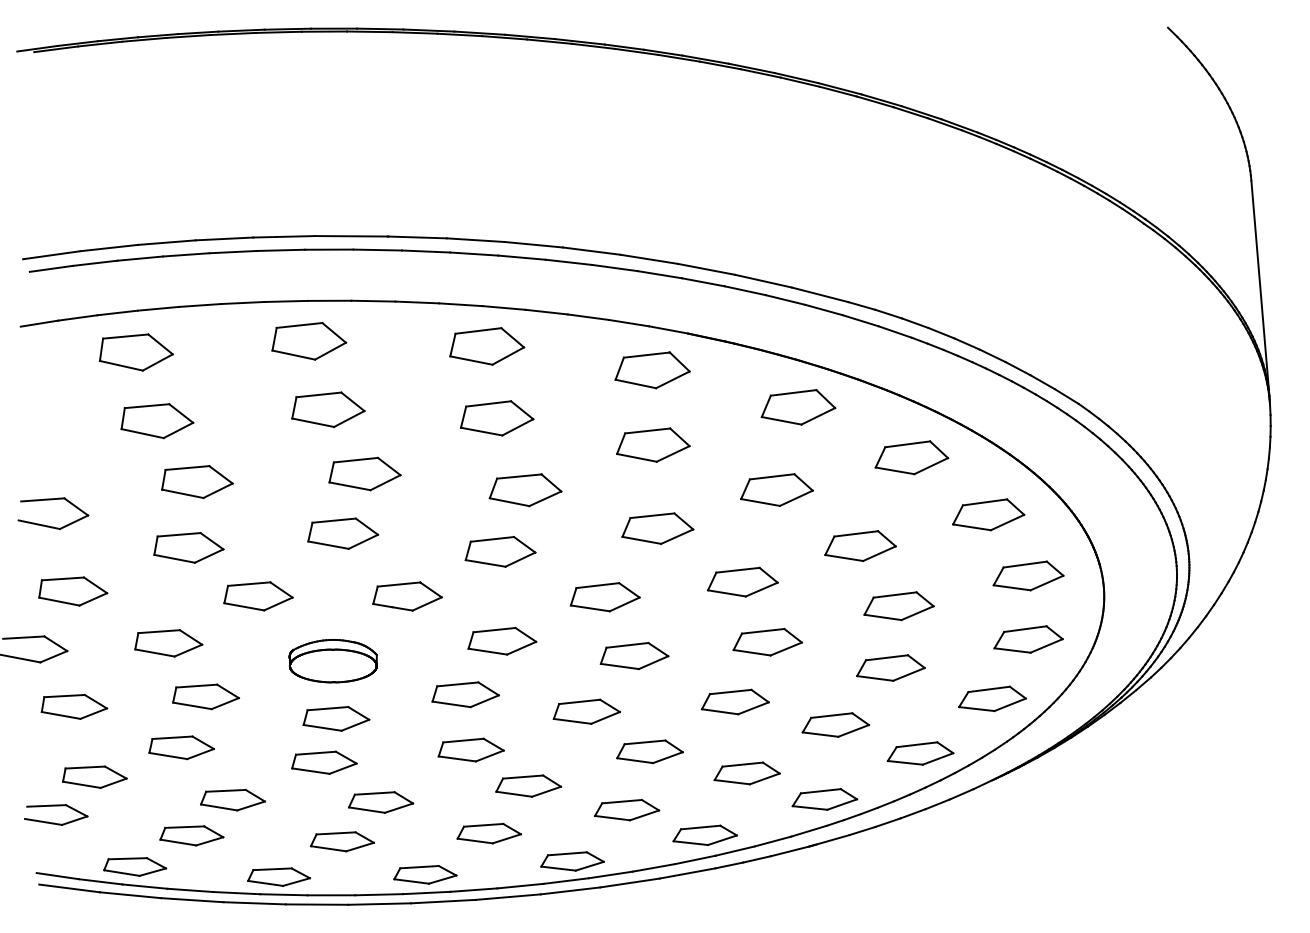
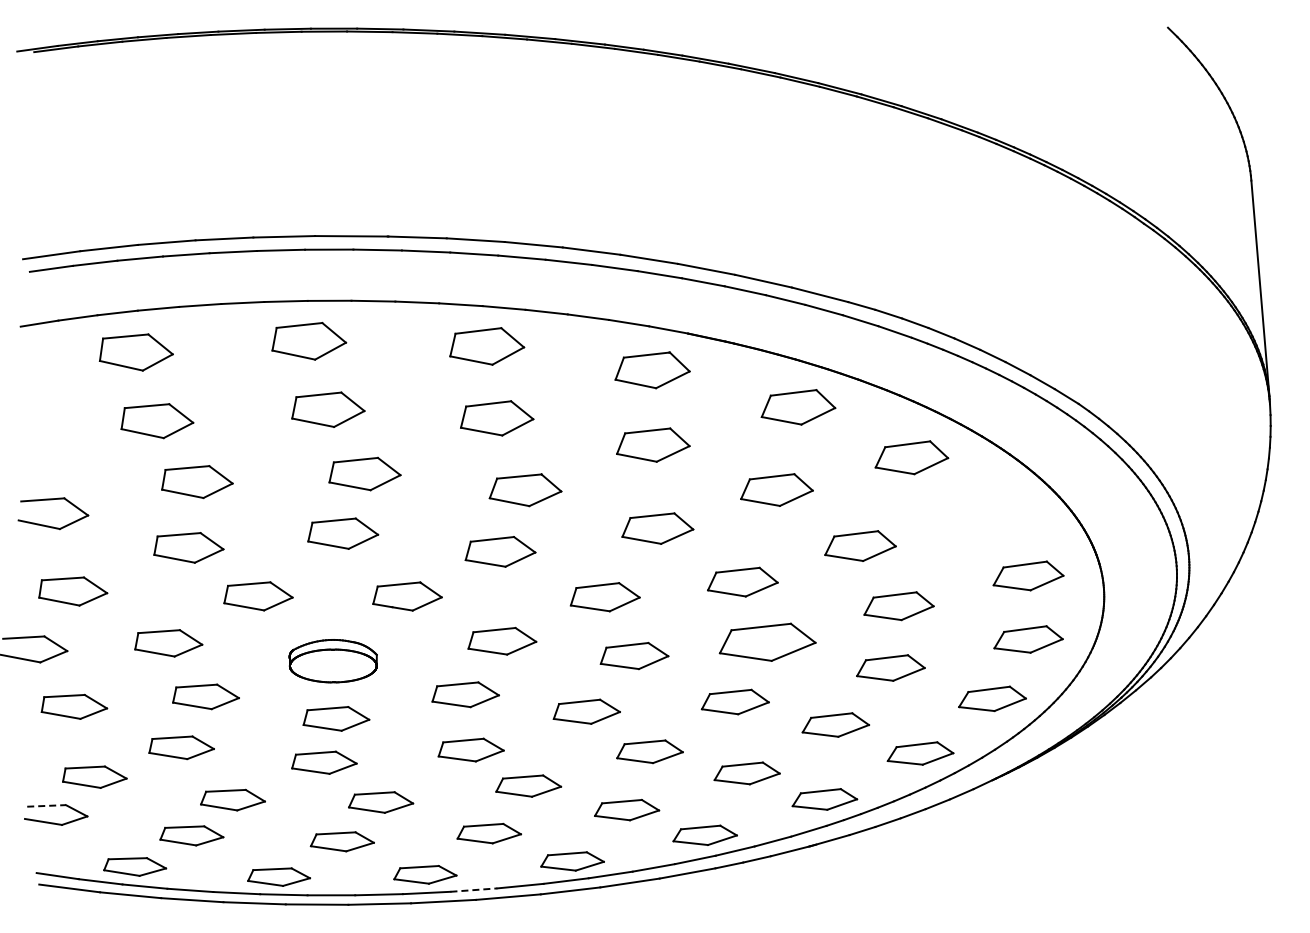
part at (988, 514): present -> none
part at (767, 641) size: 72x30 px -> 99x40 px
line at (47, 805): solid -> dashed
line at (473, 890): solid -> dashed
